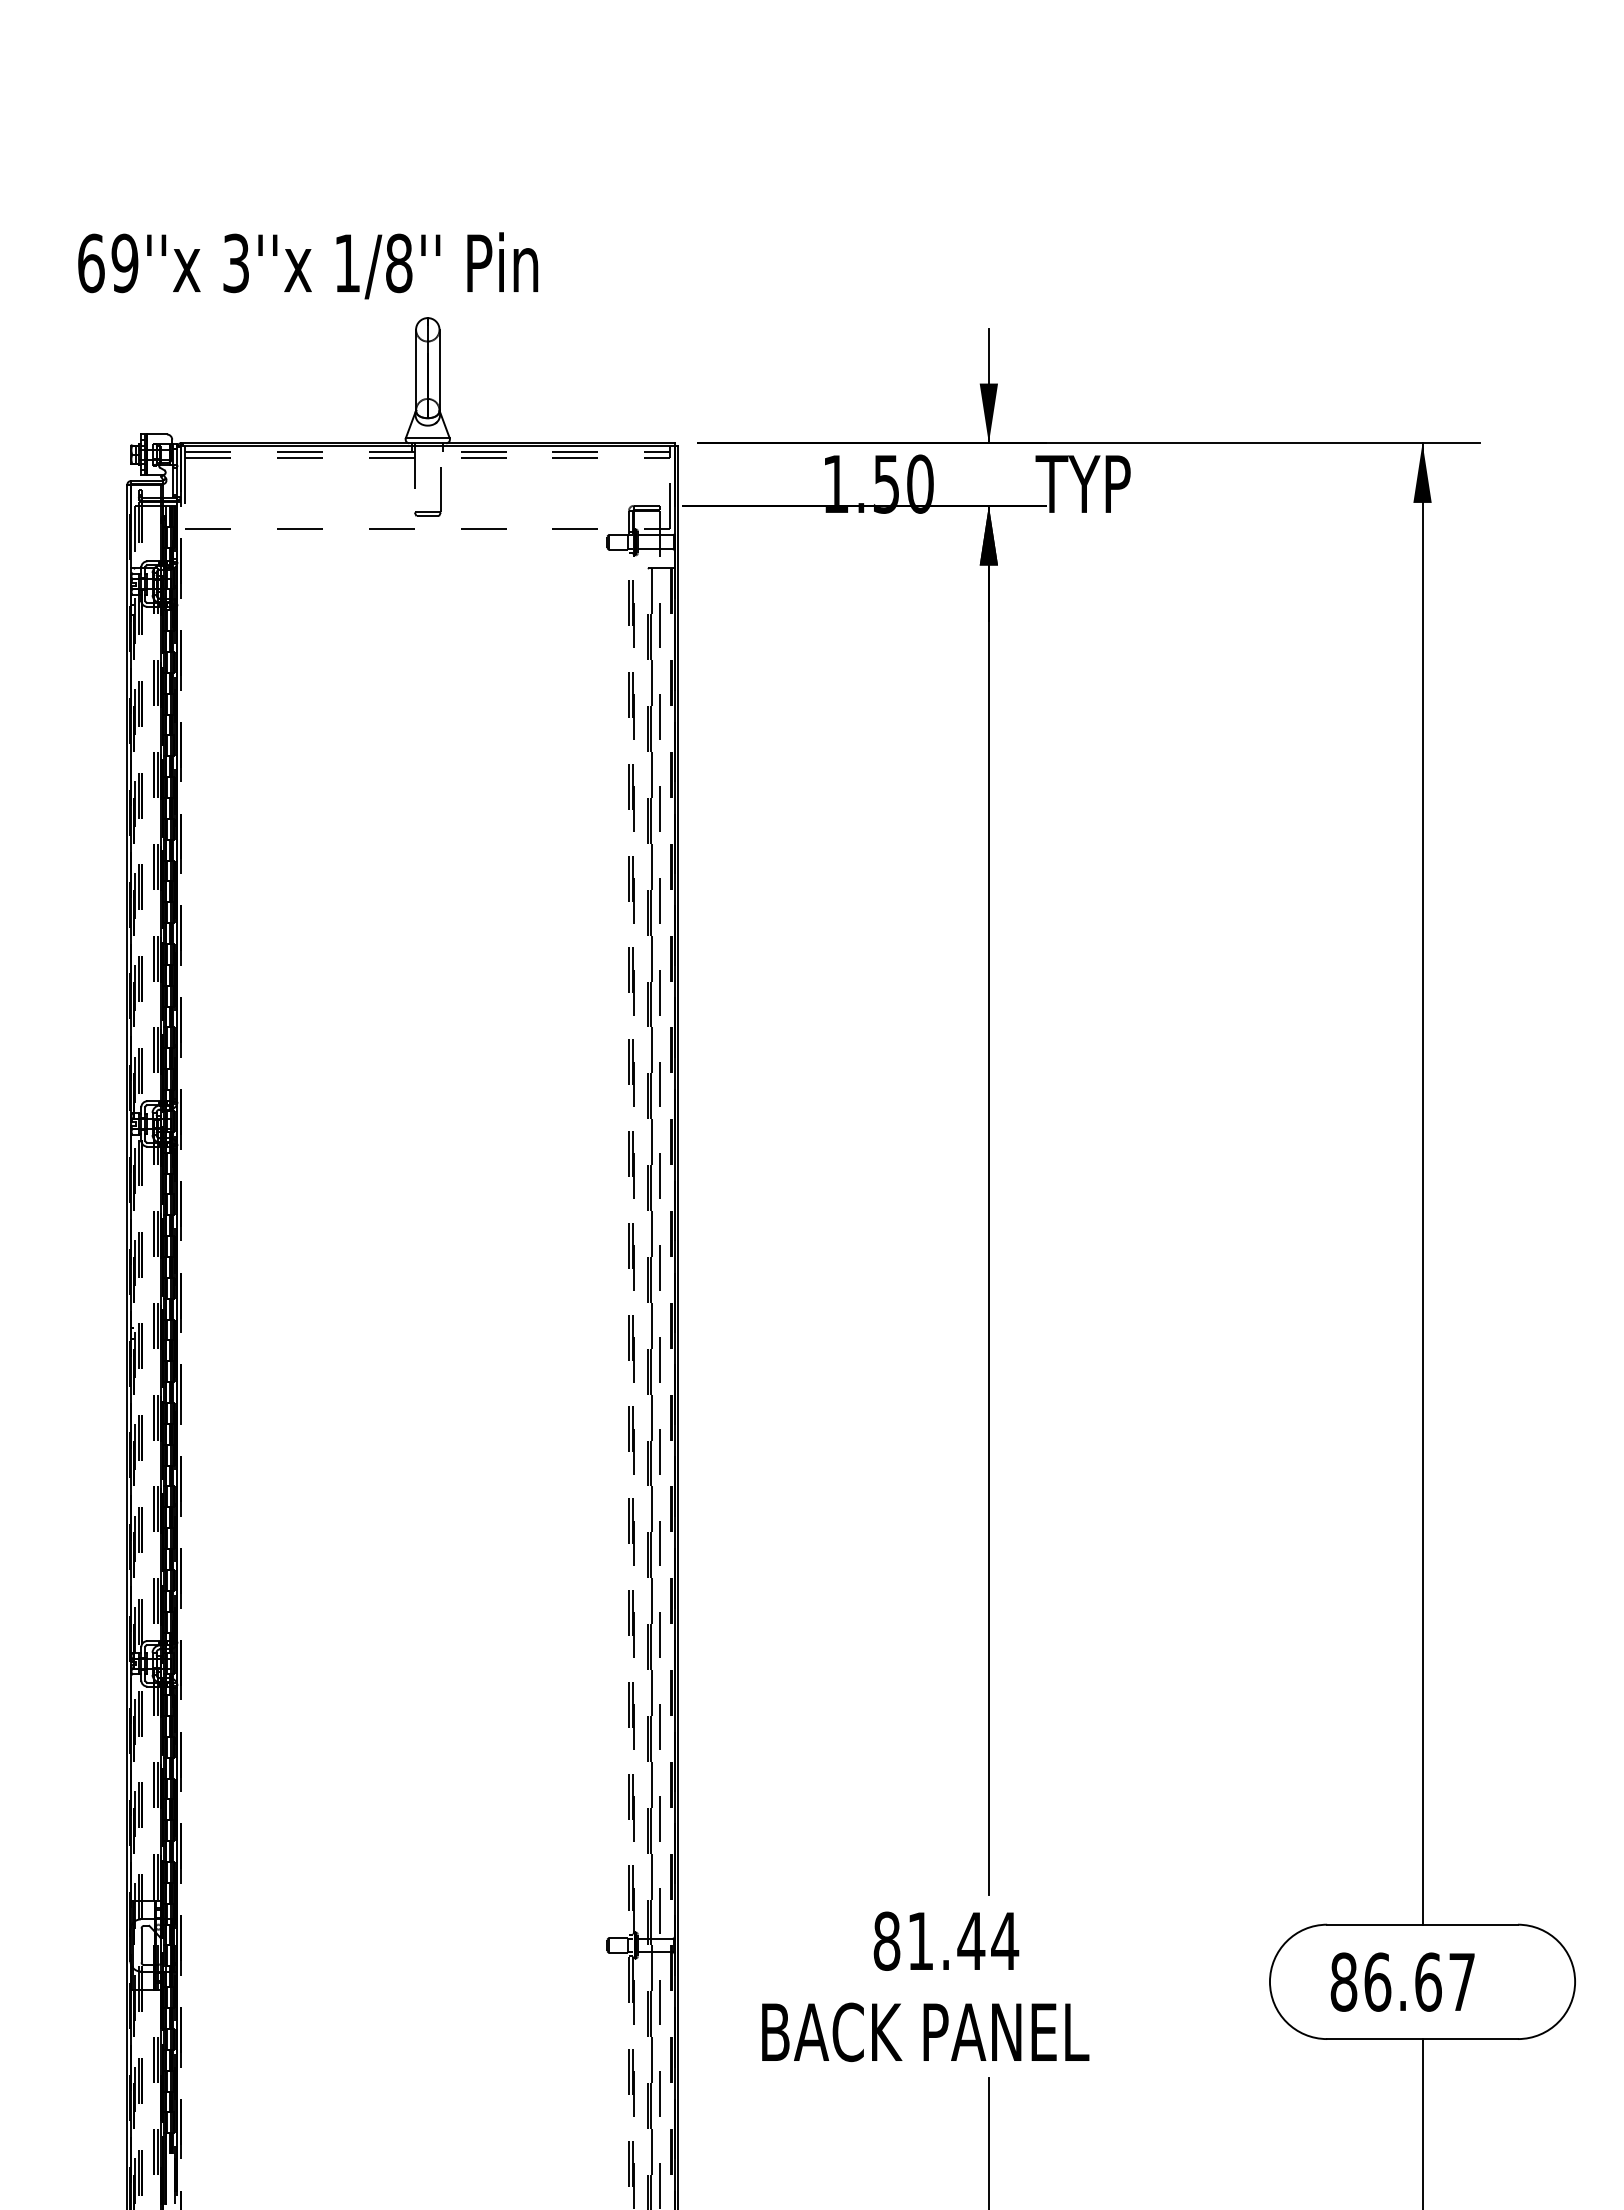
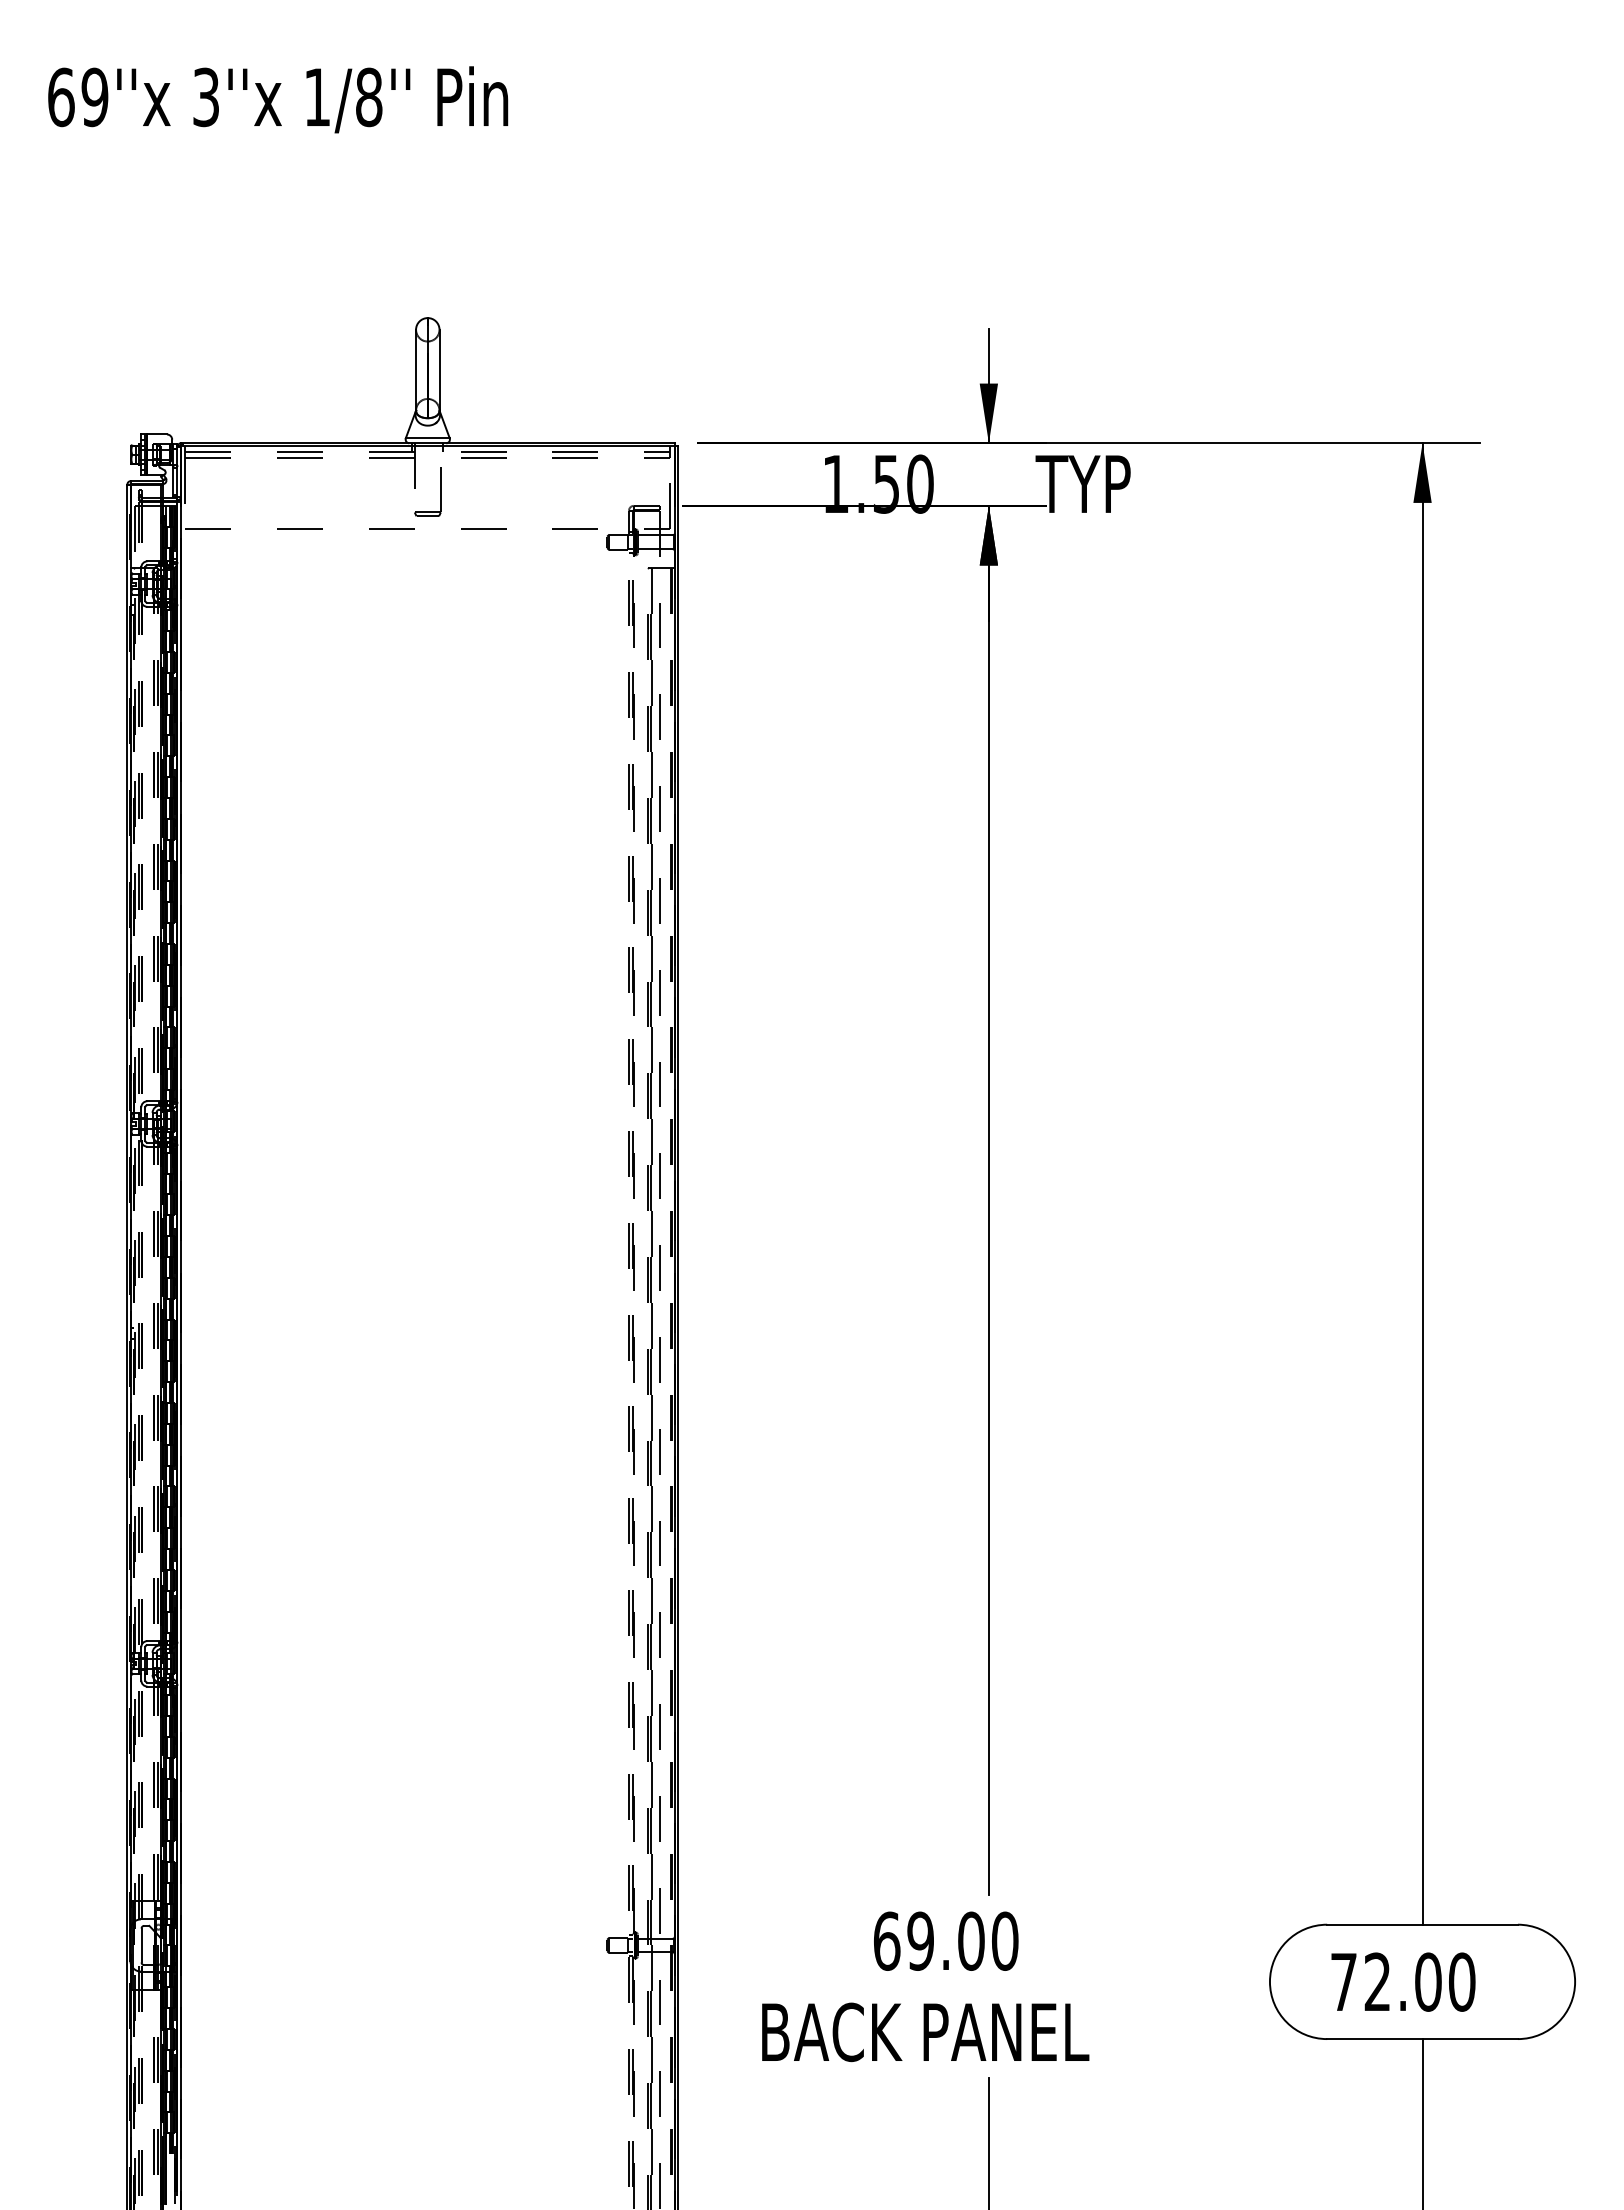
text at (308, 265) position: (308, 265) -> (278, 99)
line at (181, 1328): dashed -> solid
text at (946, 1940): 81.44 -> 69.00
text at (1402, 1981): 86.67 -> 72.00
